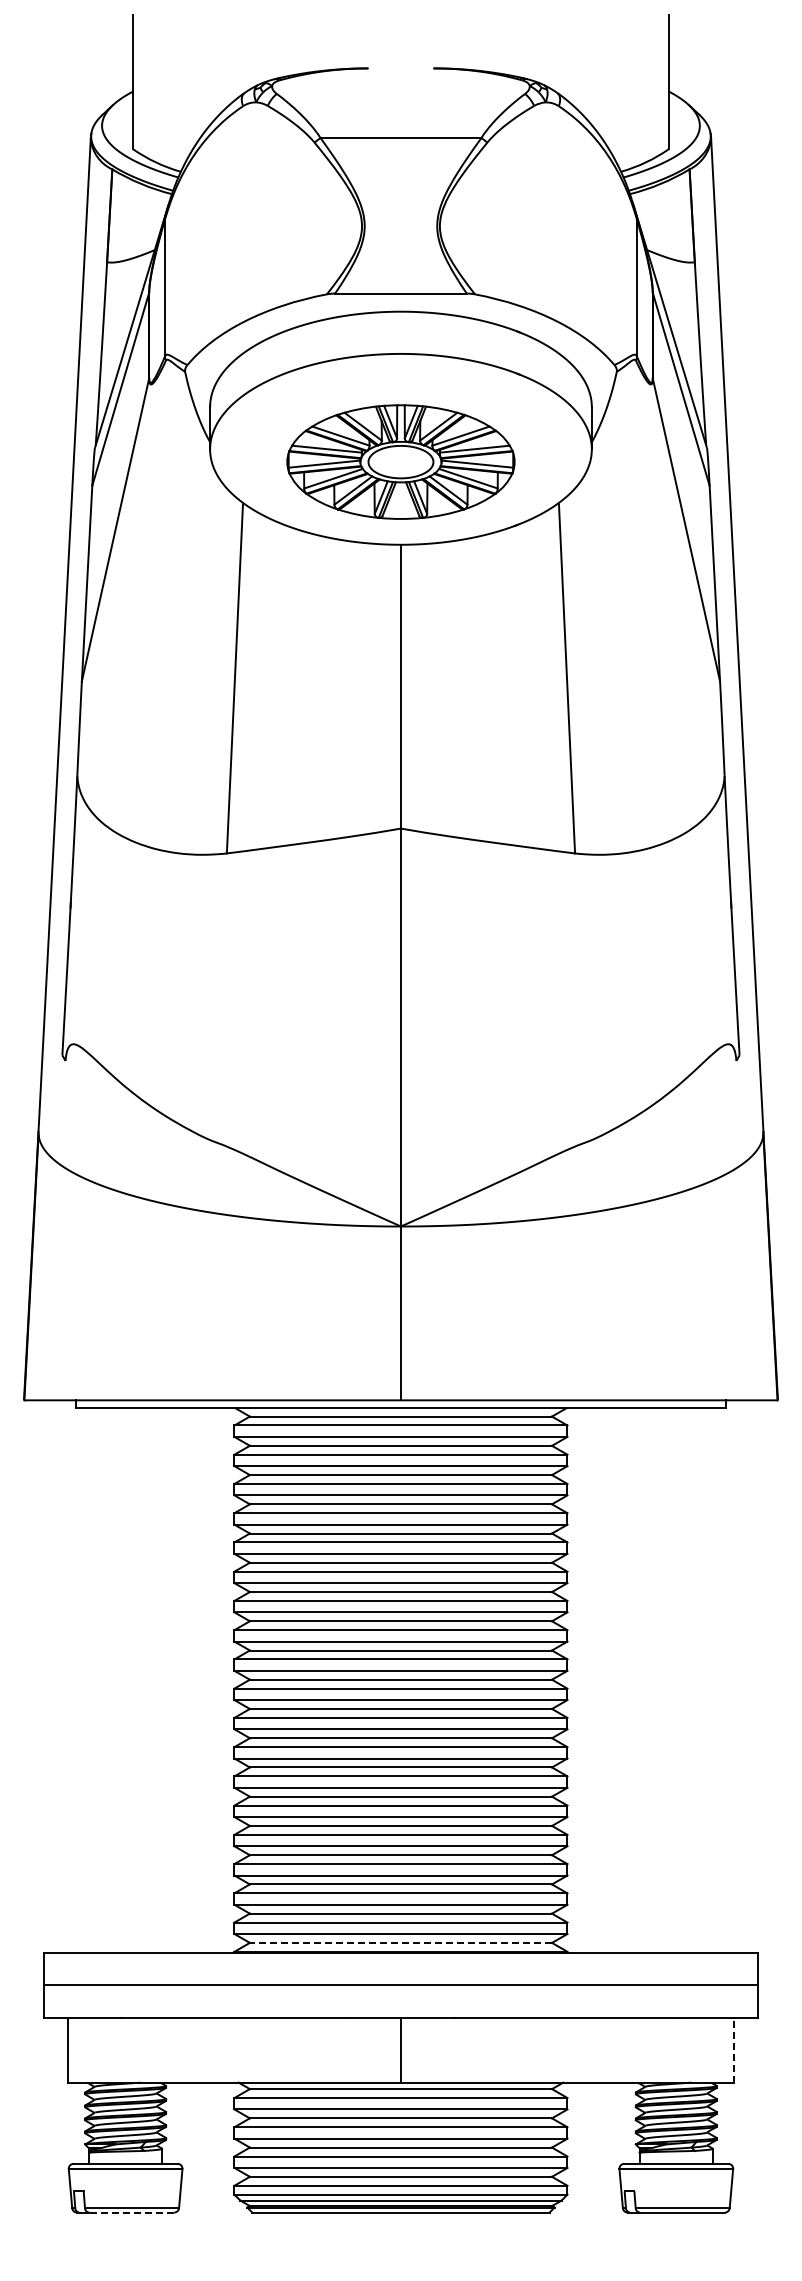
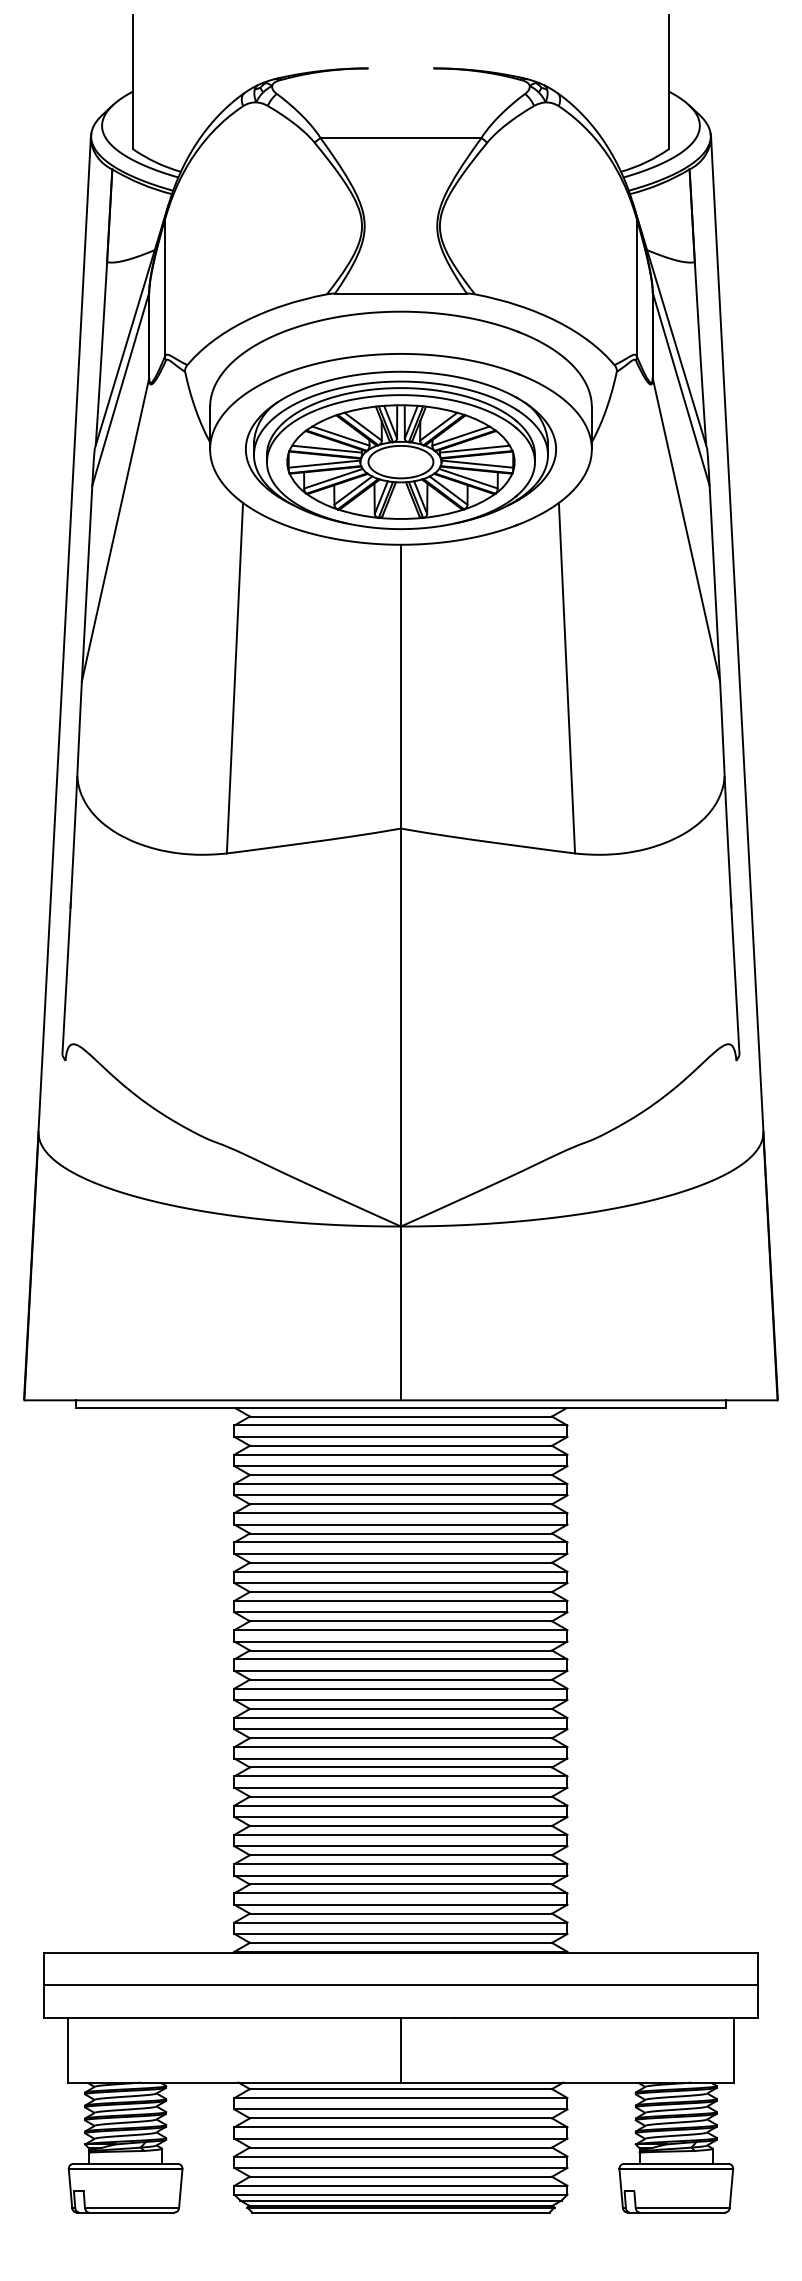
part at (400, 449): none -> present
line at (400, 1942): dashed -> solid
line at (733, 2049): dashed -> solid
line at (131, 2212): dashed -> solid
